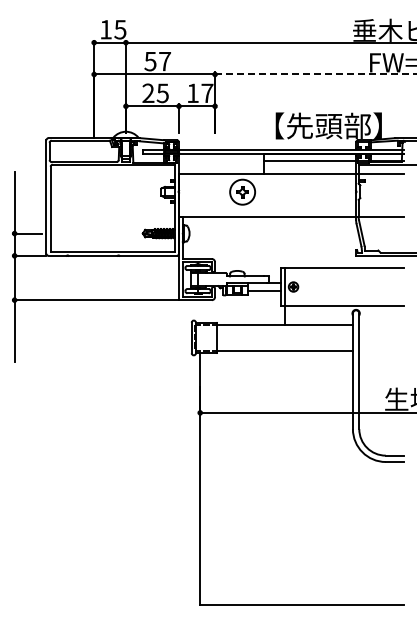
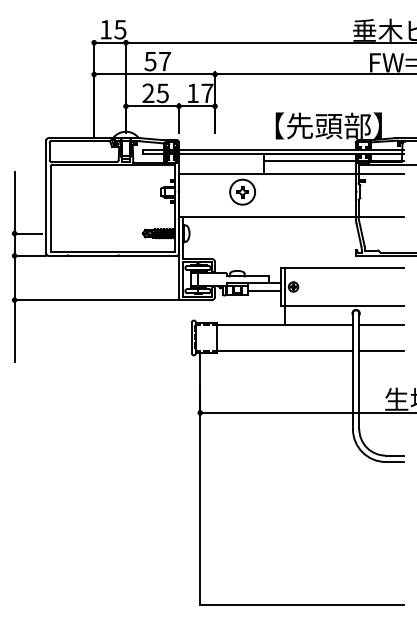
line at (315, 74): dashed -> solid
line at (381, 325): none -> present
line at (381, 350): none -> present
